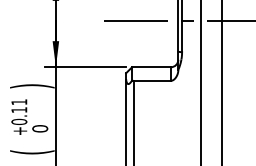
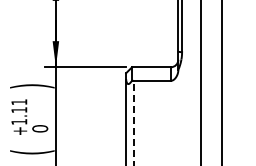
line at (177, 21): present -> none
text at (19, 121): +0.11 -> +1.11
line at (133, 122): solid -> dashed
